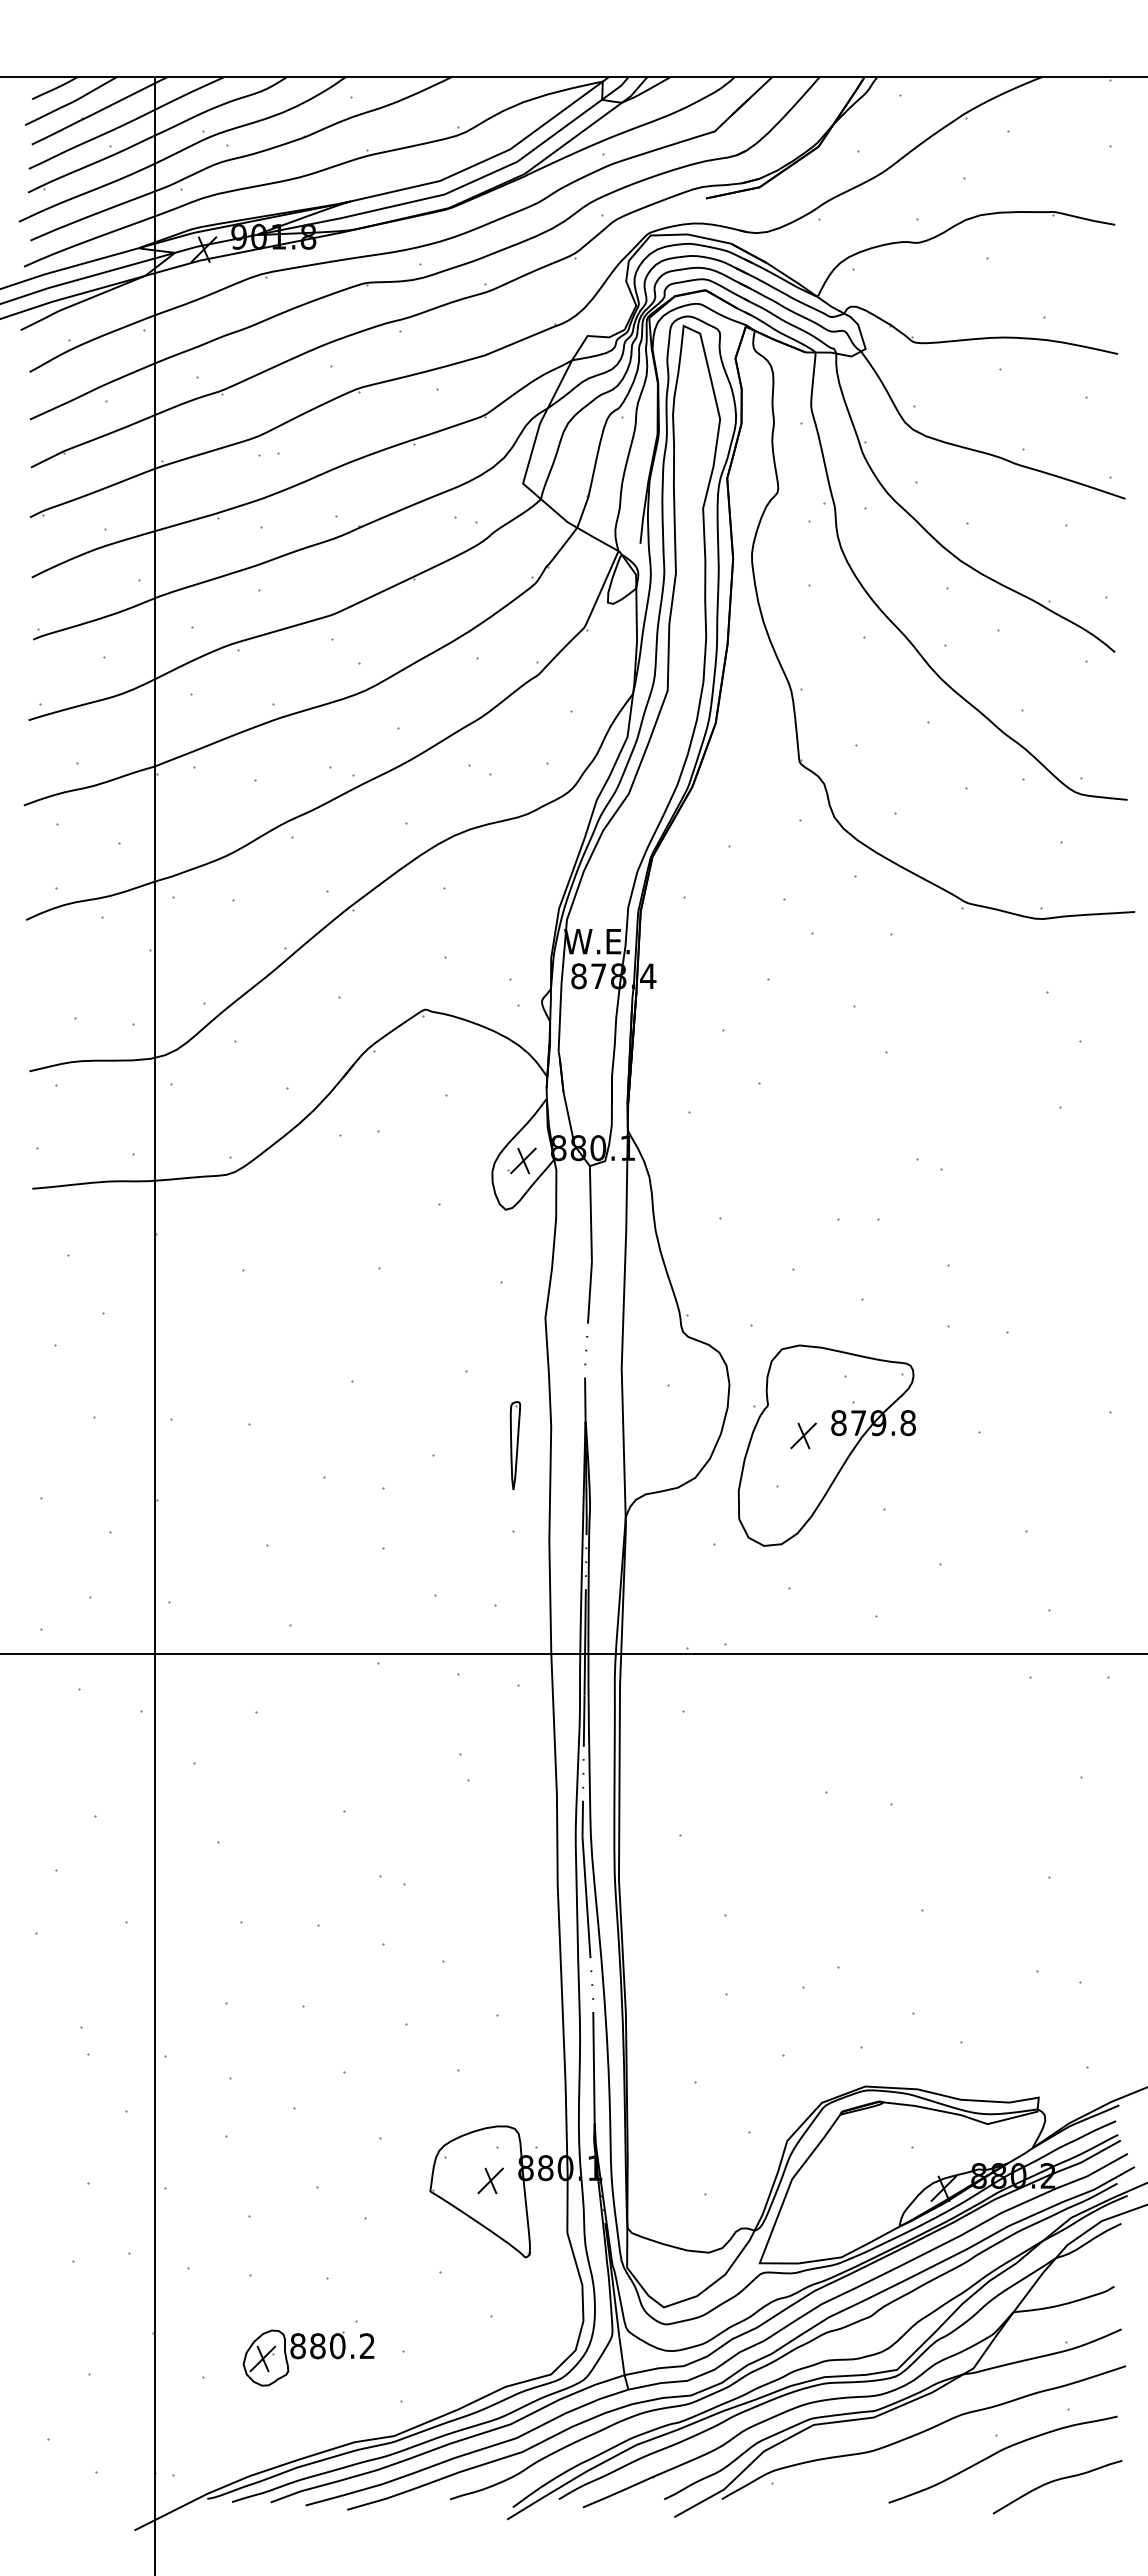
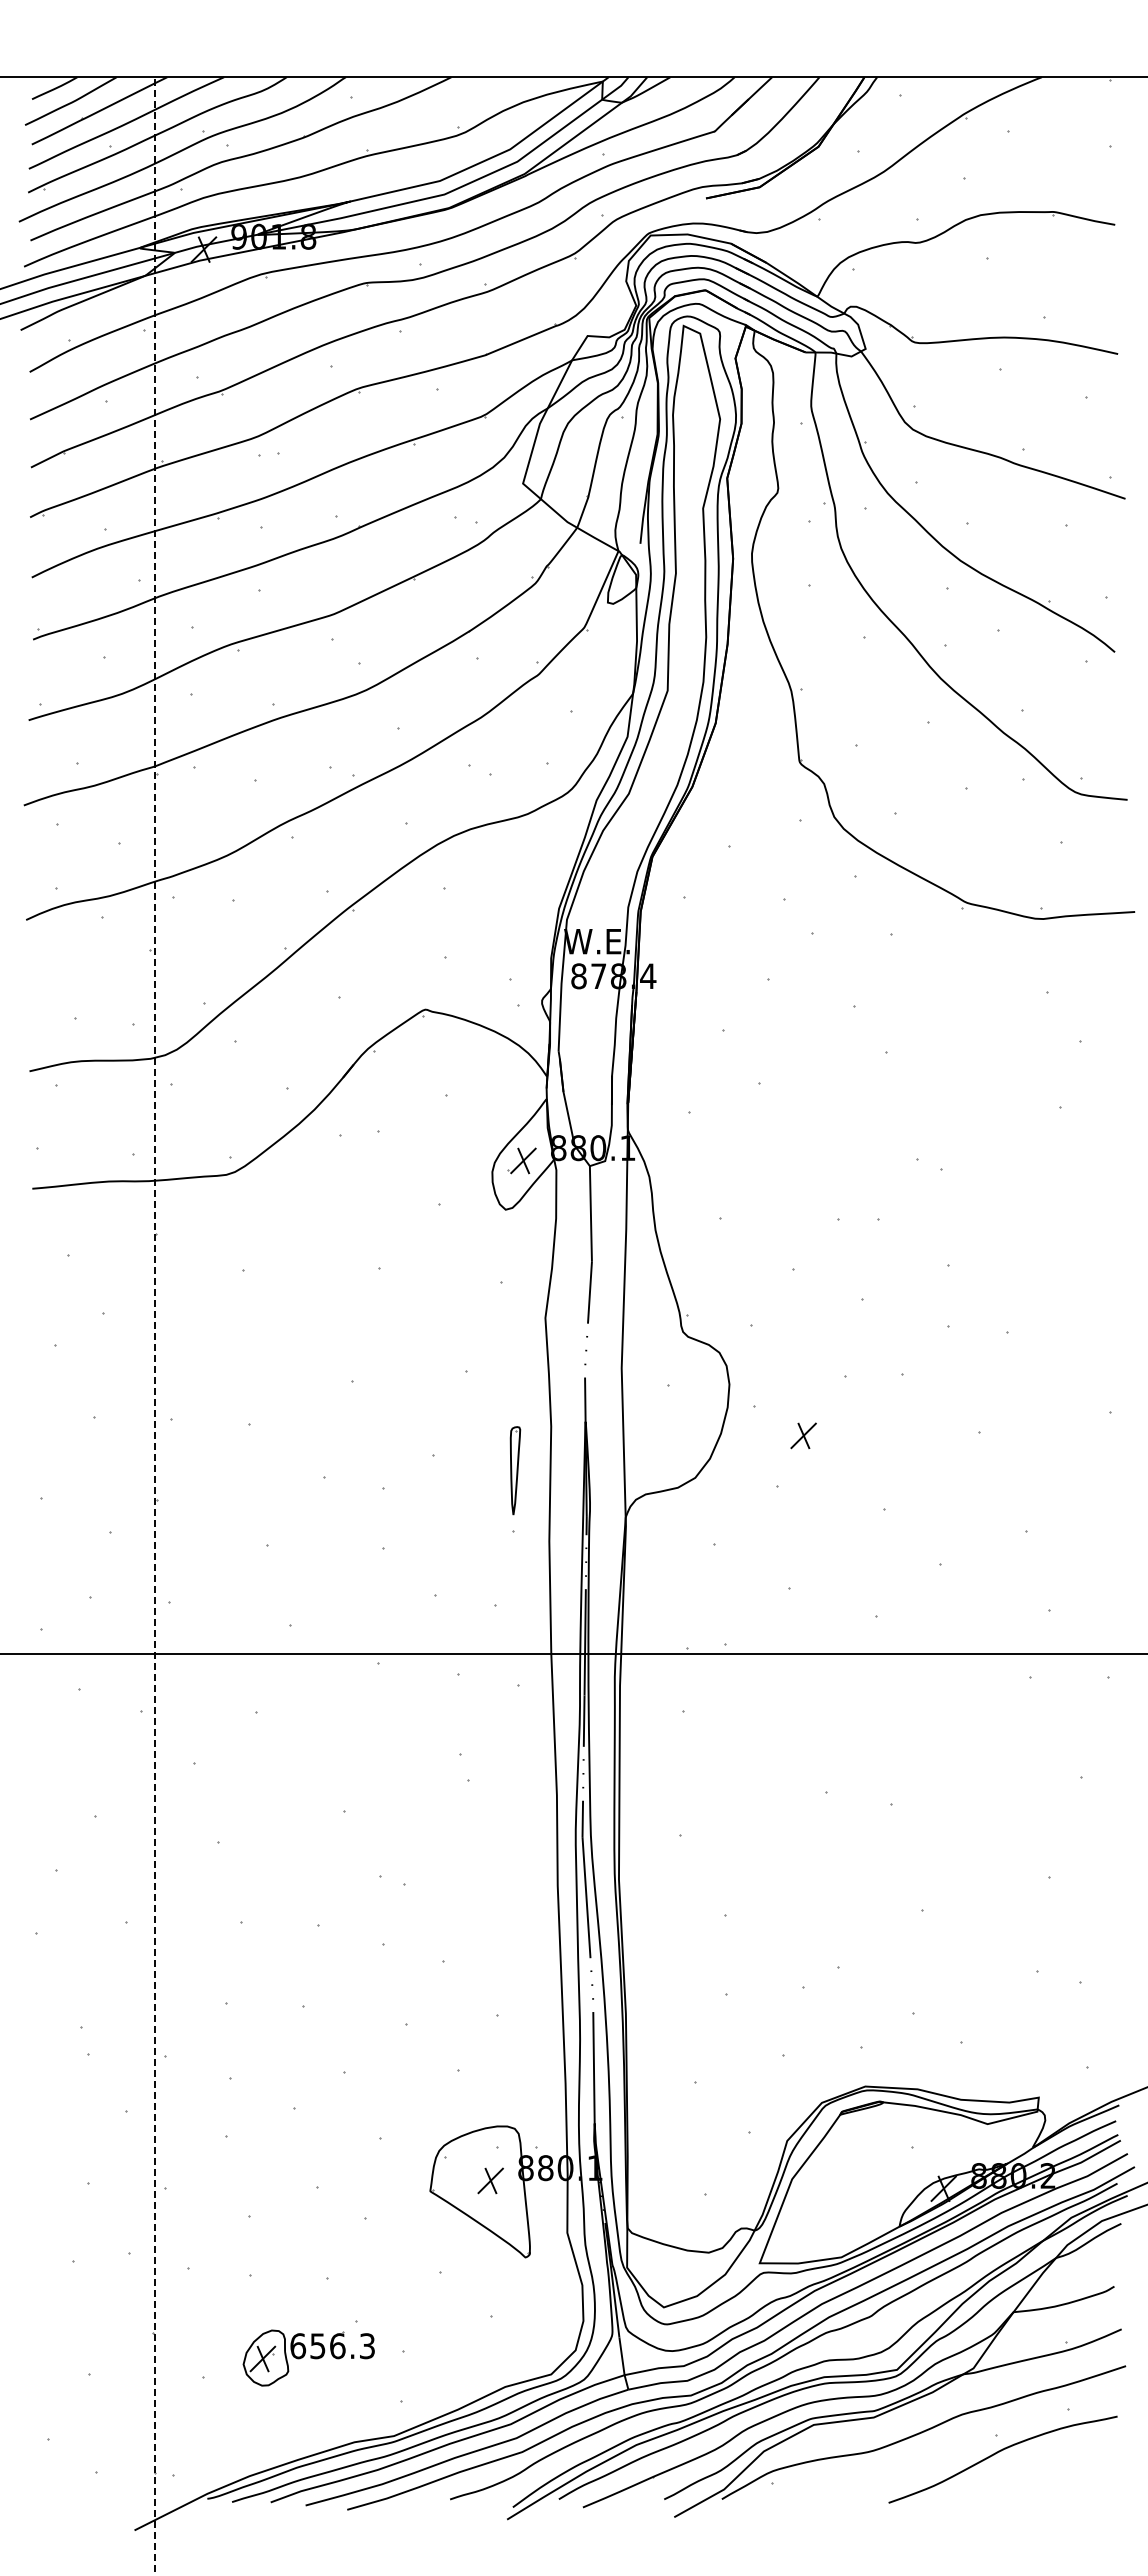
line at (155, 1325): solid -> dashed
part at (515, 1445) position: (515, 1445) -> (515, 1470)
part at (826, 1445): present -> none
text at (332, 2346): 880.2 -> 656.3
curve at (1056, 2481): present -> none
